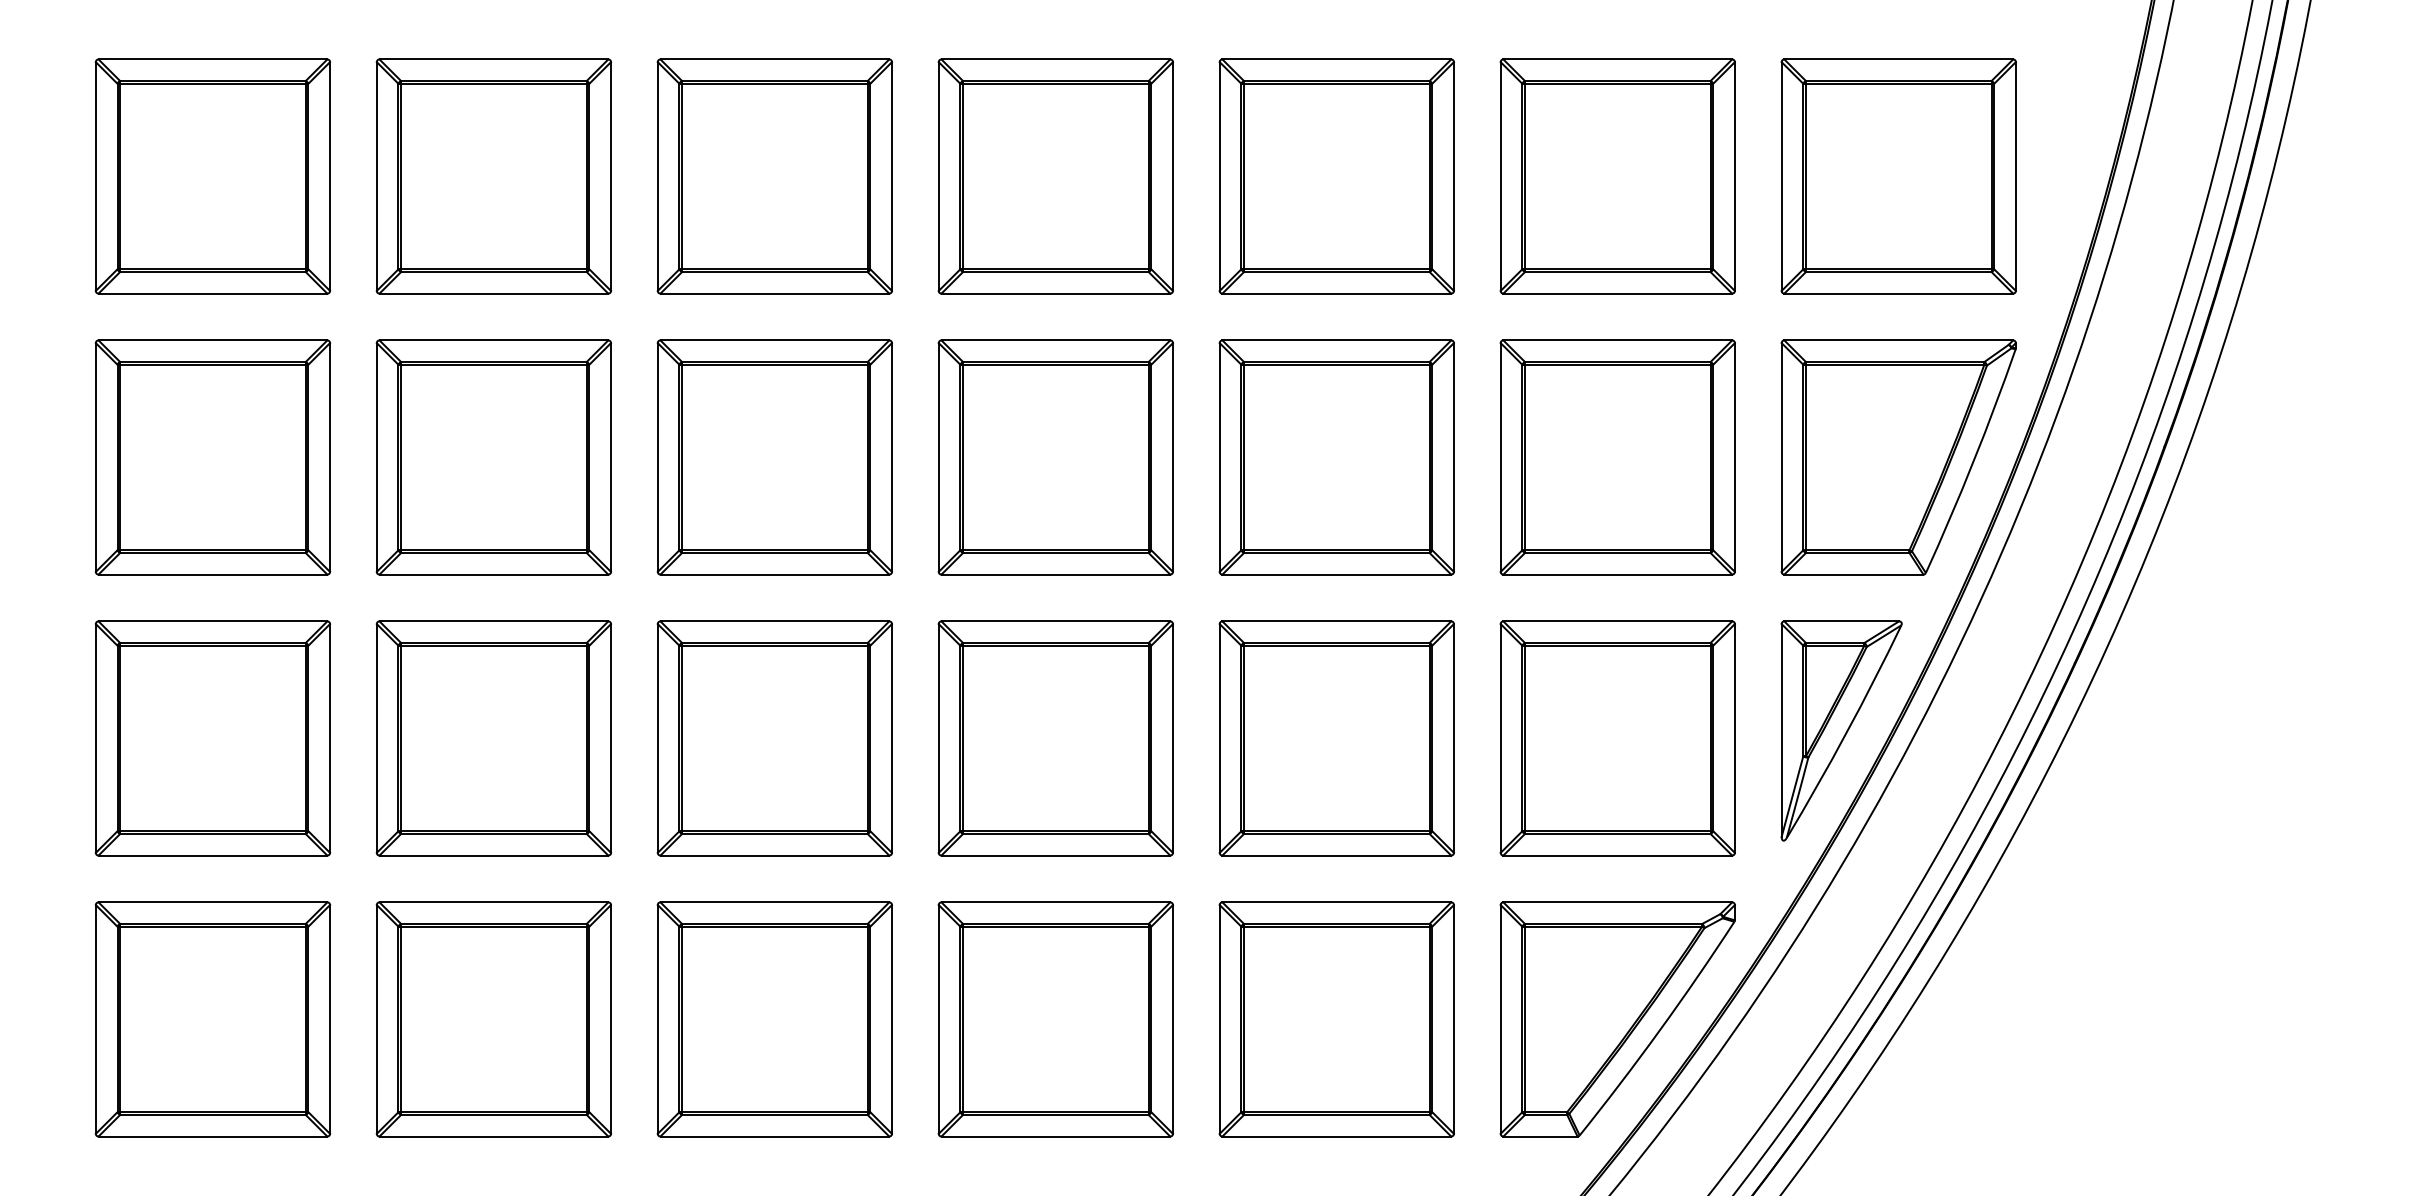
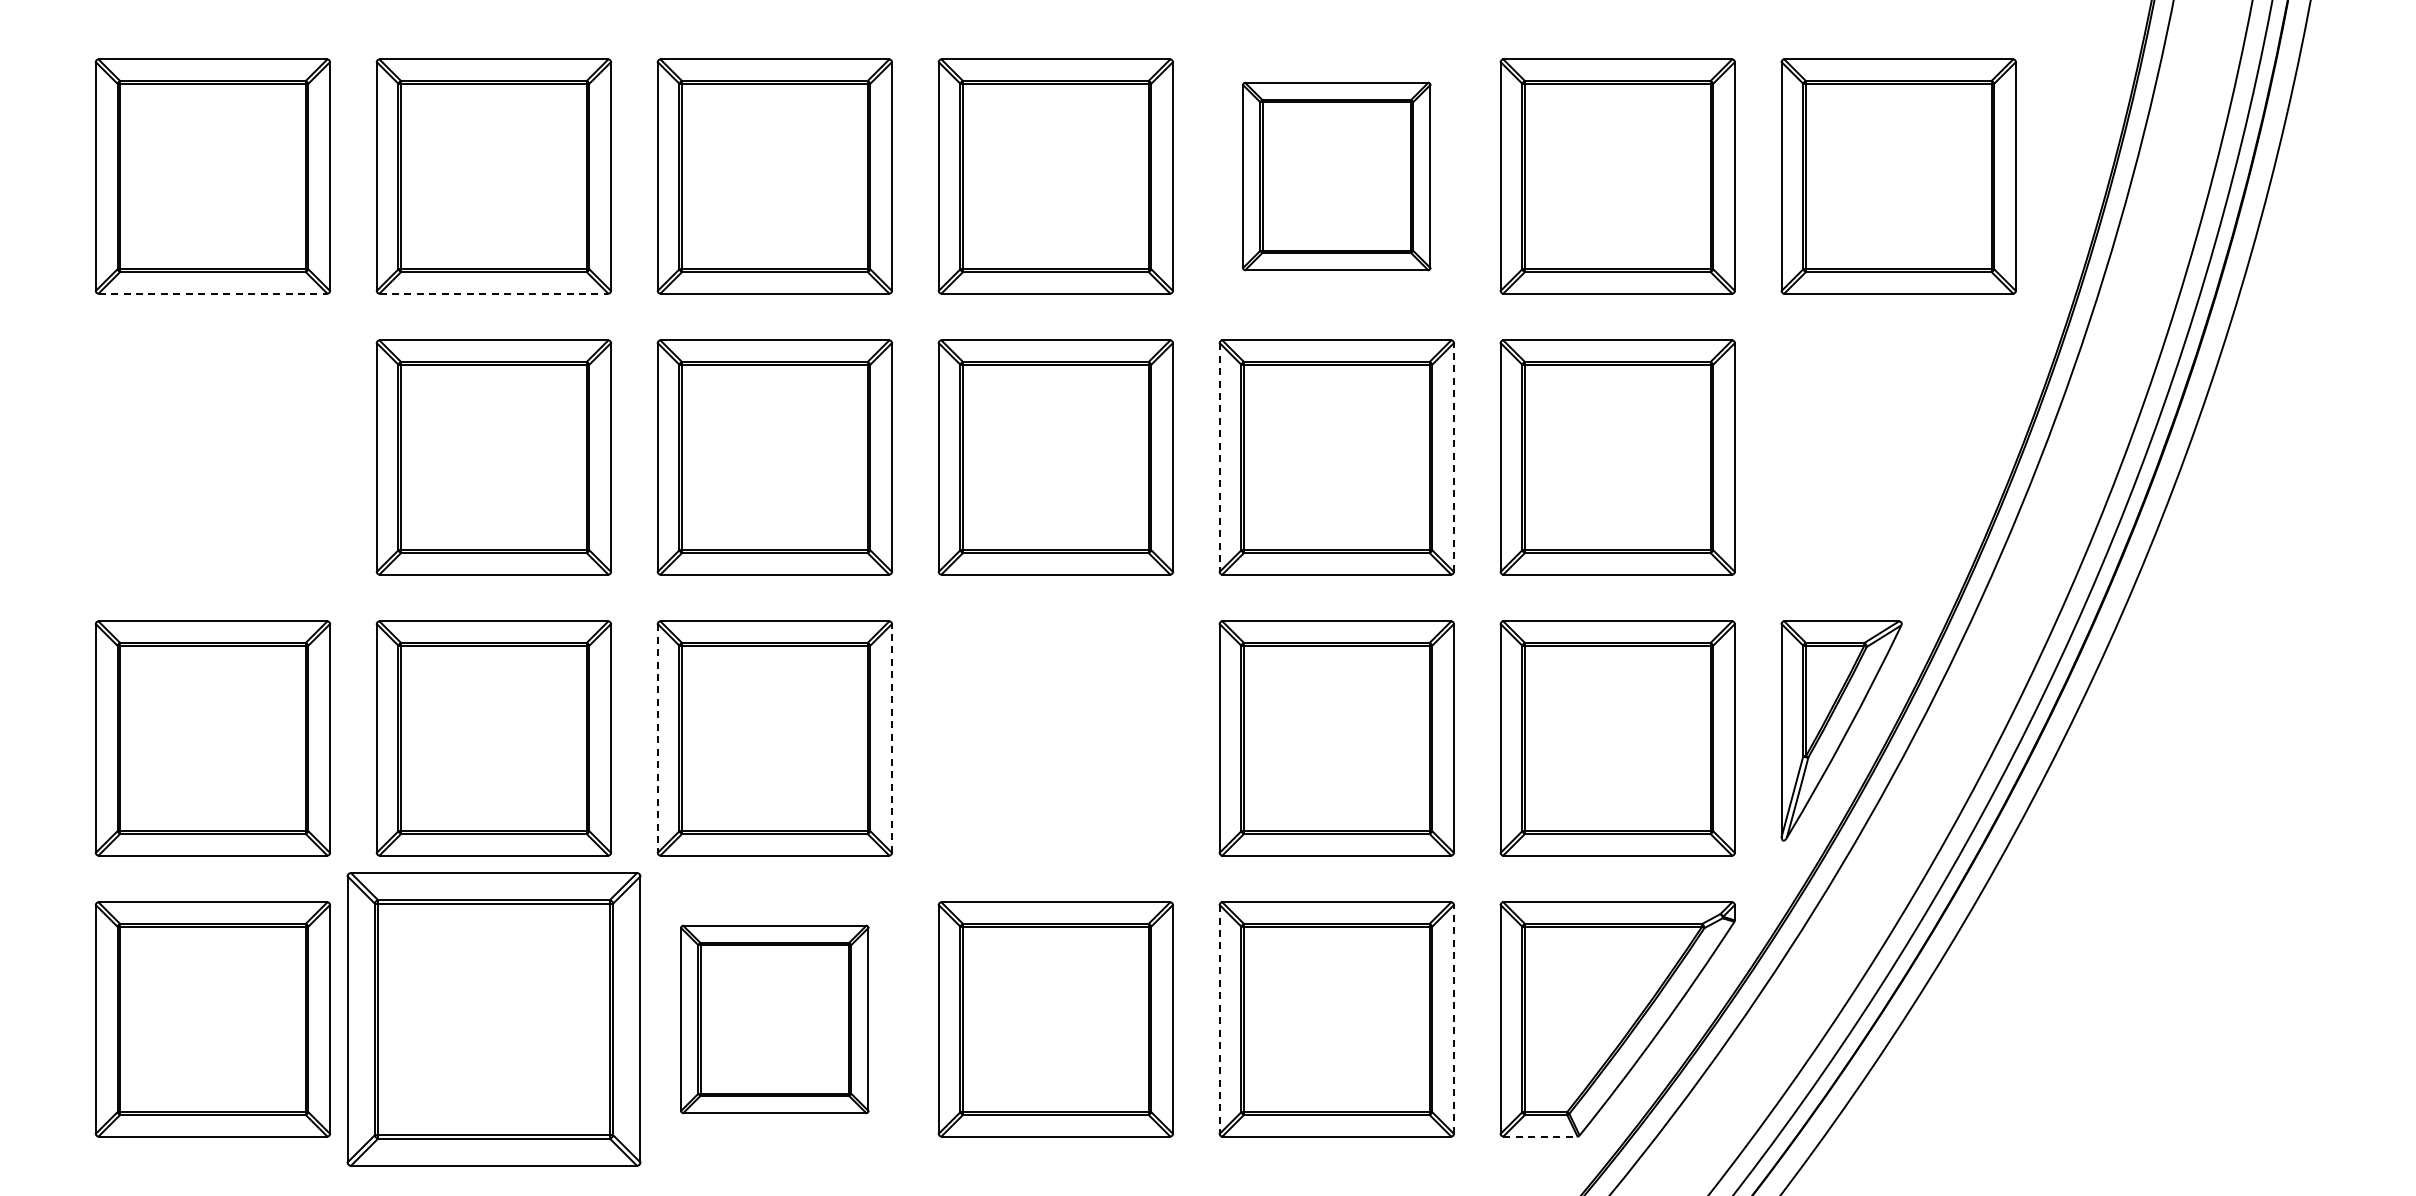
part at (1336, 176) size: 237x237 px -> 190x191 px
line at (213, 293): solid -> dashed
line at (494, 293): solid -> dashed
part at (212, 457): present -> none
line at (1453, 457): solid -> dashed
part at (1898, 457): present -> none
line at (1219, 458): solid -> dashed
line at (891, 737): solid -> dashed
line at (657, 738): solid -> dashed
part at (1055, 738): present -> none
line at (1453, 1018): solid -> dashed
part at (493, 1019) size: 237x237 px -> 296x295 px
part at (774, 1019) size: 237x237 px -> 190x191 px
line at (1219, 1019): solid -> dashed
line at (1541, 1136): solid -> dashed
